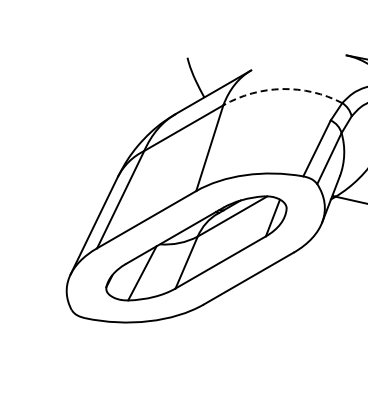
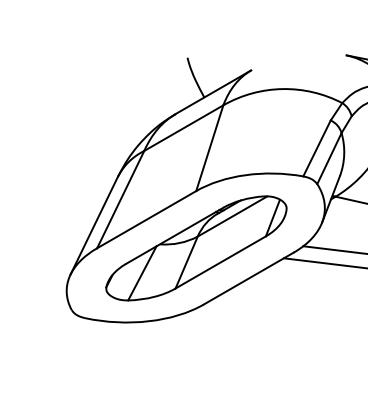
arc at (282, 89): dashed -> solid
line at (333, 249): none -> present
line at (323, 263): none -> present
